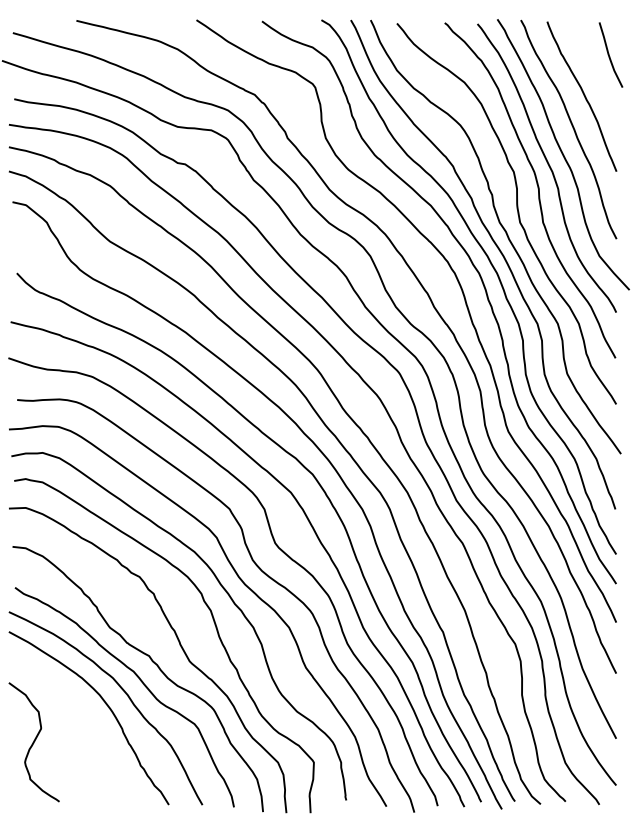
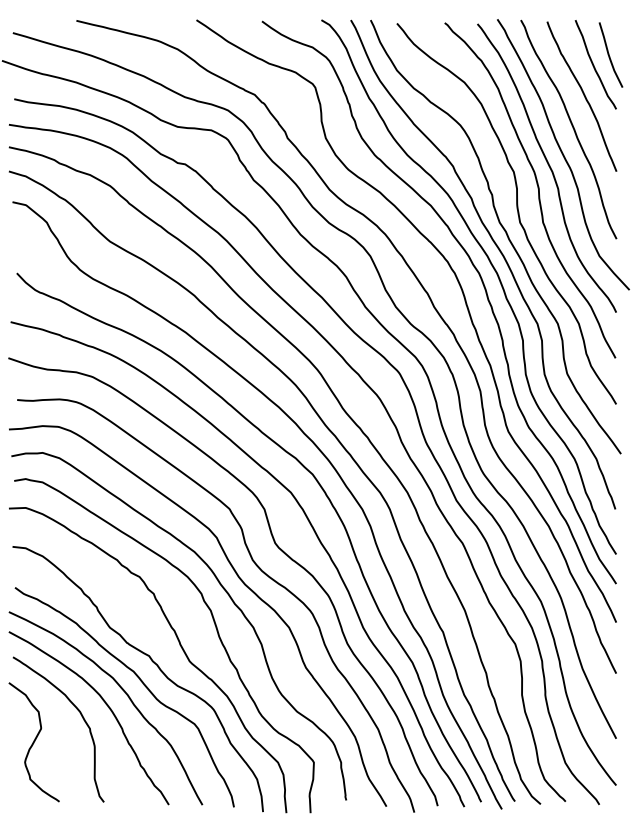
curve at (594, 65): none -> present
curve at (79, 713): none -> present
